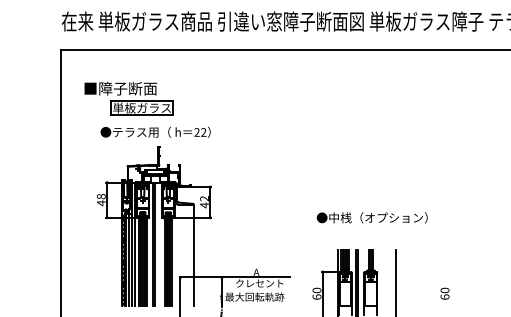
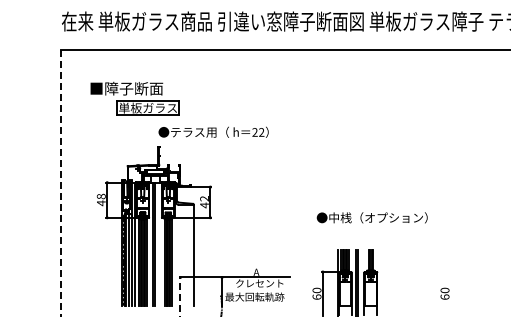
part at (128, 98) position: (128, 98) -> (134, 98)
text at (155, 131) position: (155, 131) -> (213, 131)
line at (61, 183): solid -> dashed
line at (396, 281): present -> none
line at (180, 296): solid -> dashed
